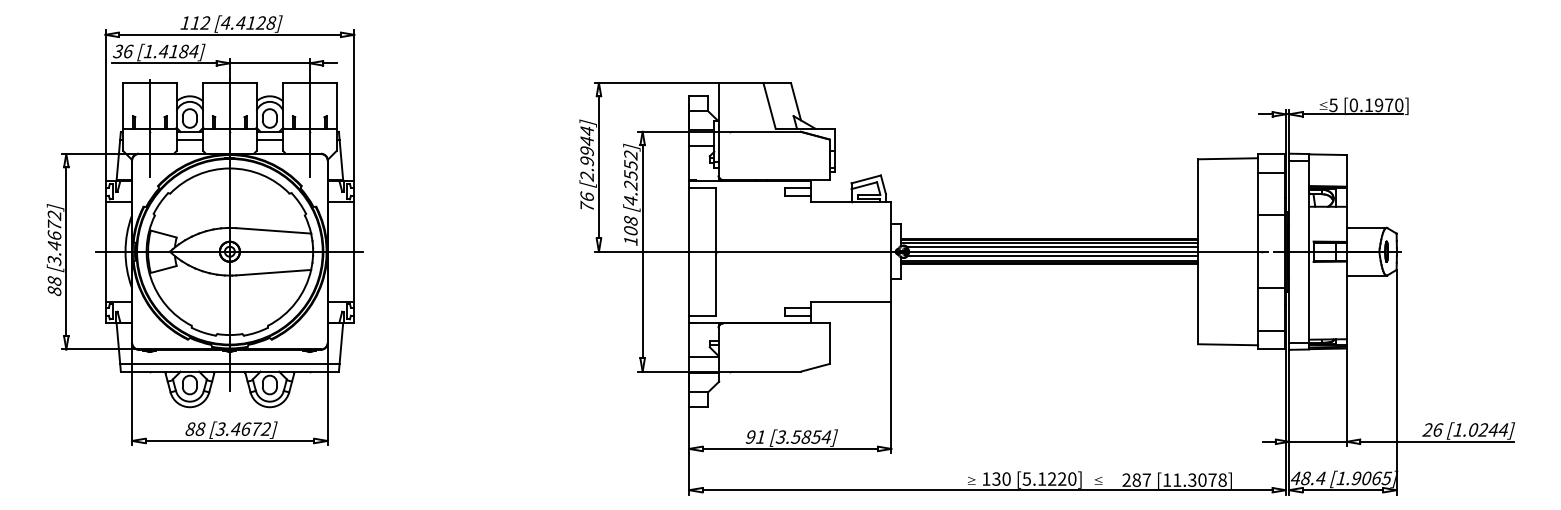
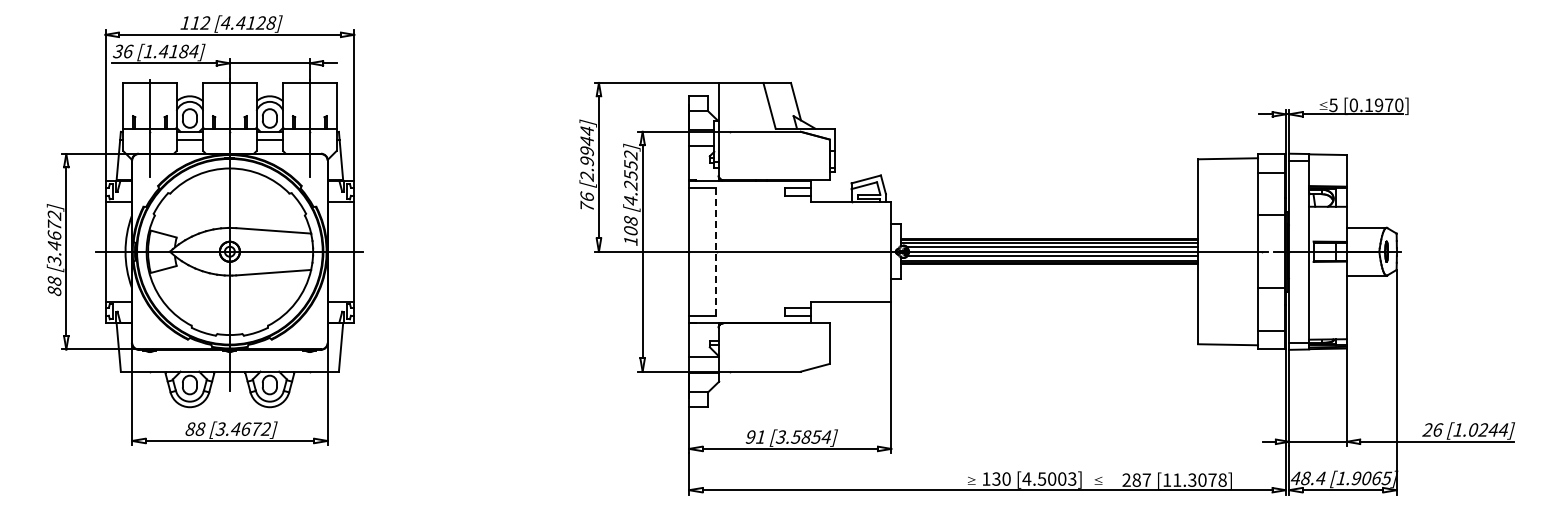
line at (715, 251): solid -> dashed
line at (229, 363): present -> none
text at (1049, 478): [5.1220] -> [4.5003]
